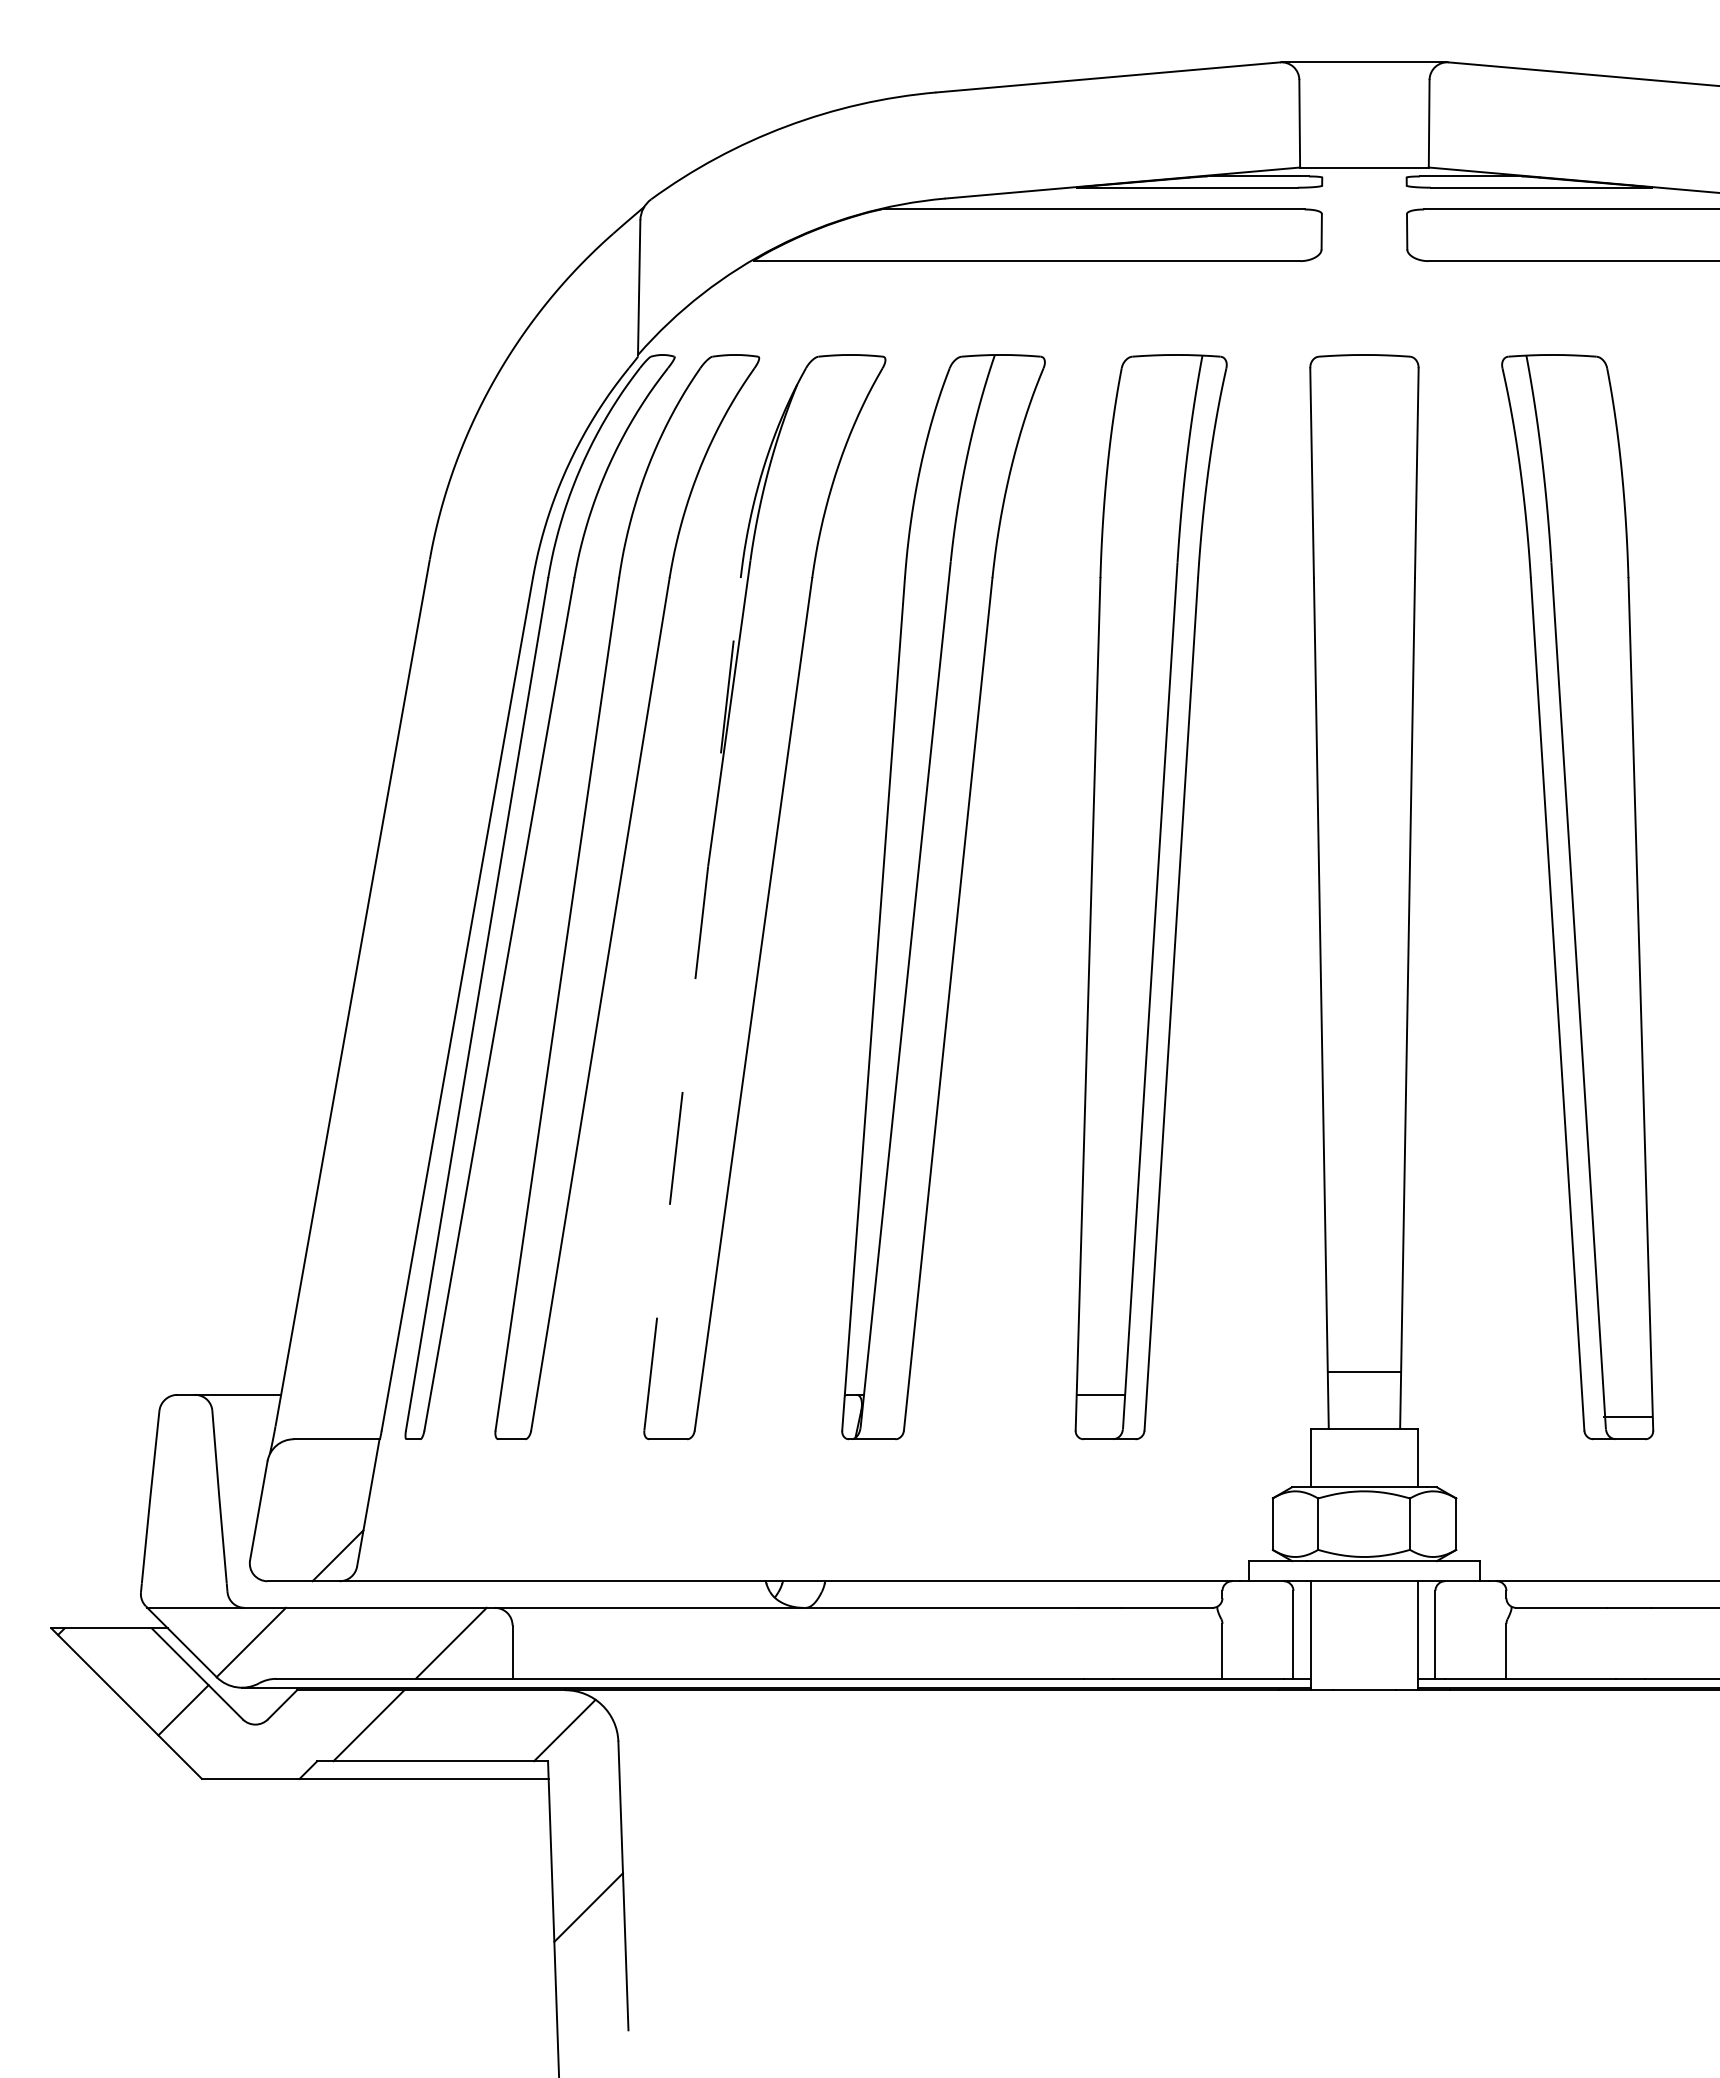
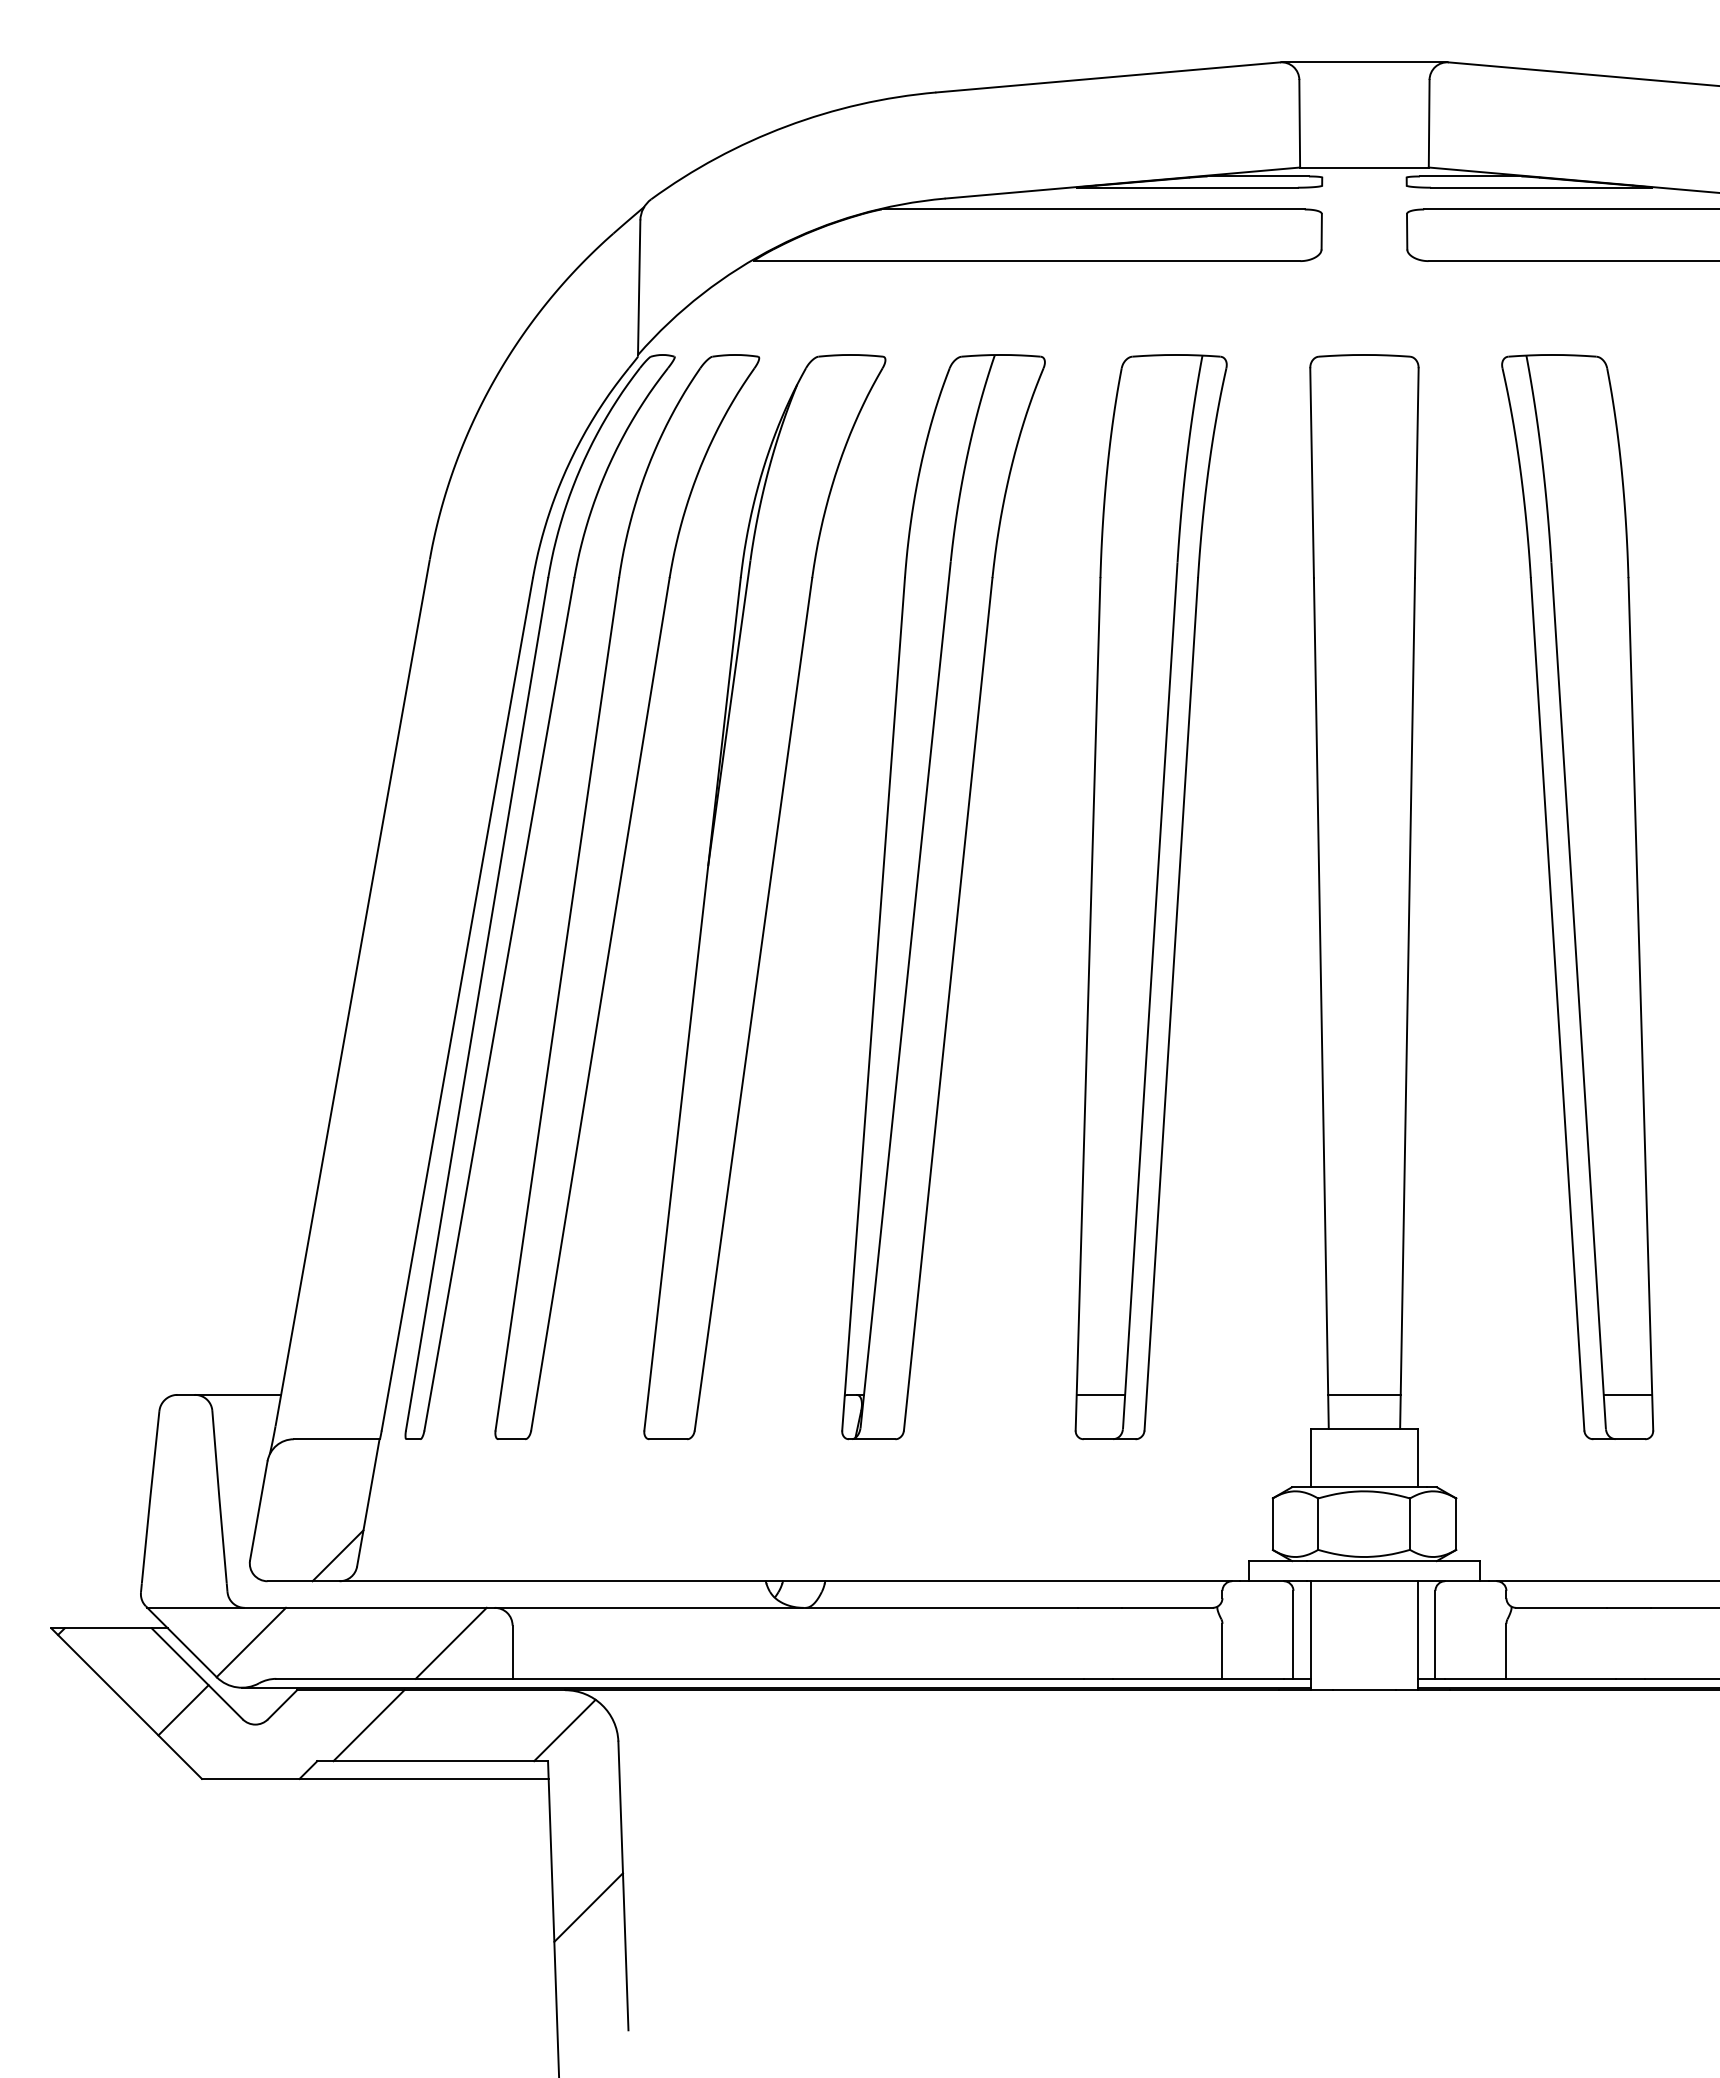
line at (692, 1004): dashed -> solid
line at (1364, 1371) position: (1364, 1371) -> (1364, 1394)
line at (1627, 1416) position: (1627, 1416) -> (1627, 1394)
